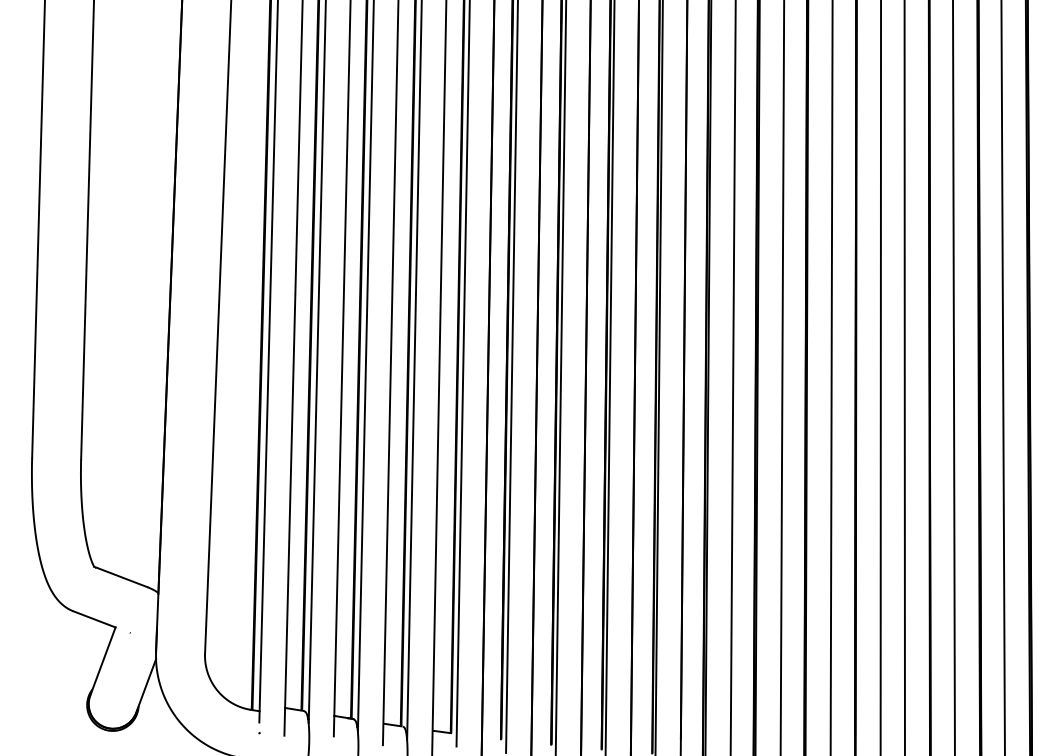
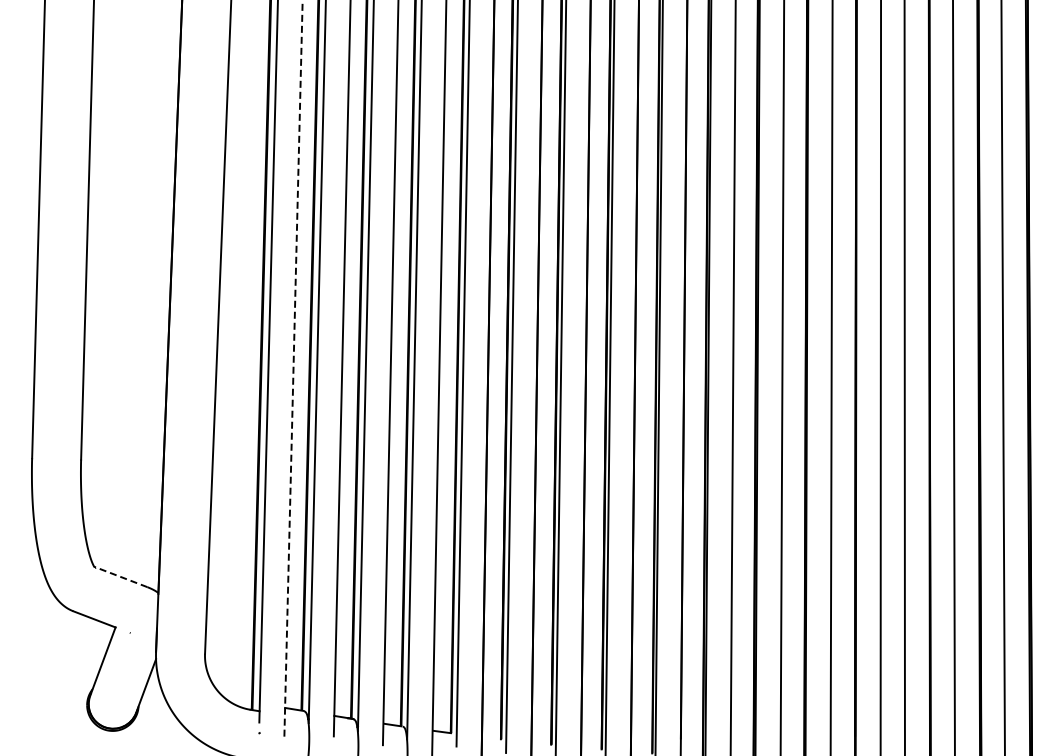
line at (293, 367): solid -> dashed
line at (120, 576): solid -> dashed
